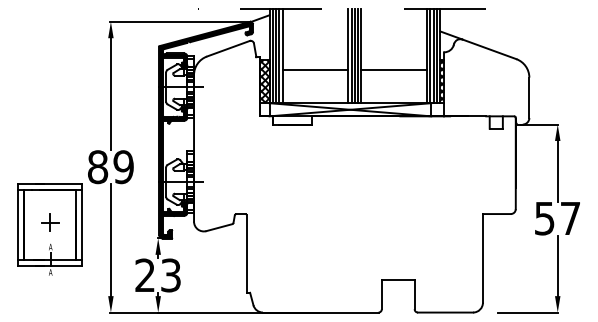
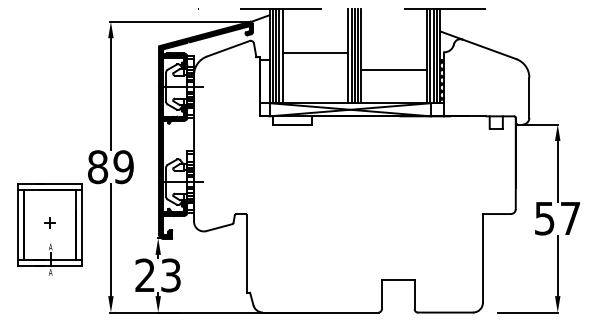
line at (315, 70) position: (315, 70) -> (315, 53)
hatch at (264, 81): present -> none
part at (50, 222) size: 19x19 px -> 12x12 px
